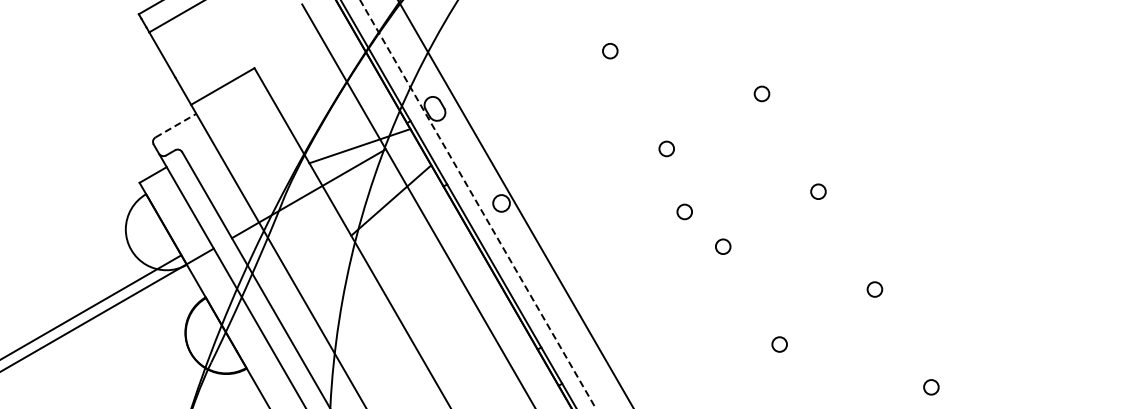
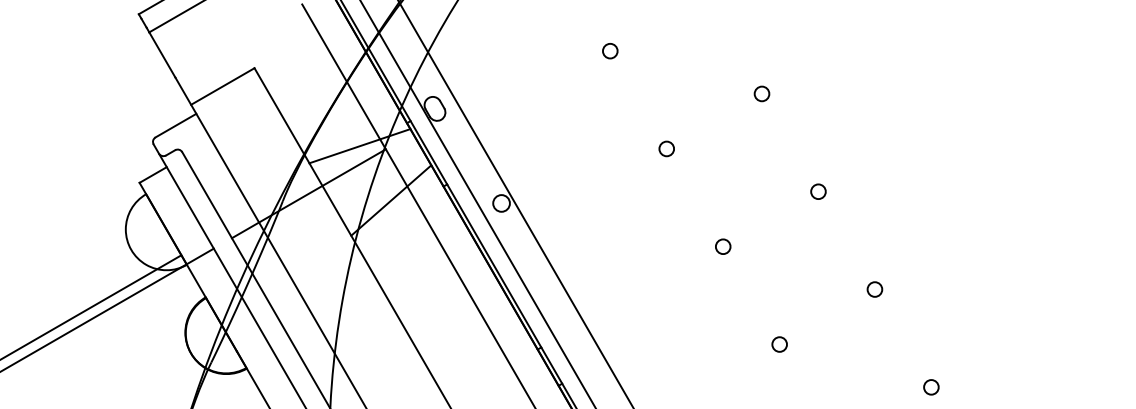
line at (175, 125): dashed -> solid
line at (478, 204): dashed -> solid
circle at (684, 211): present -> none
